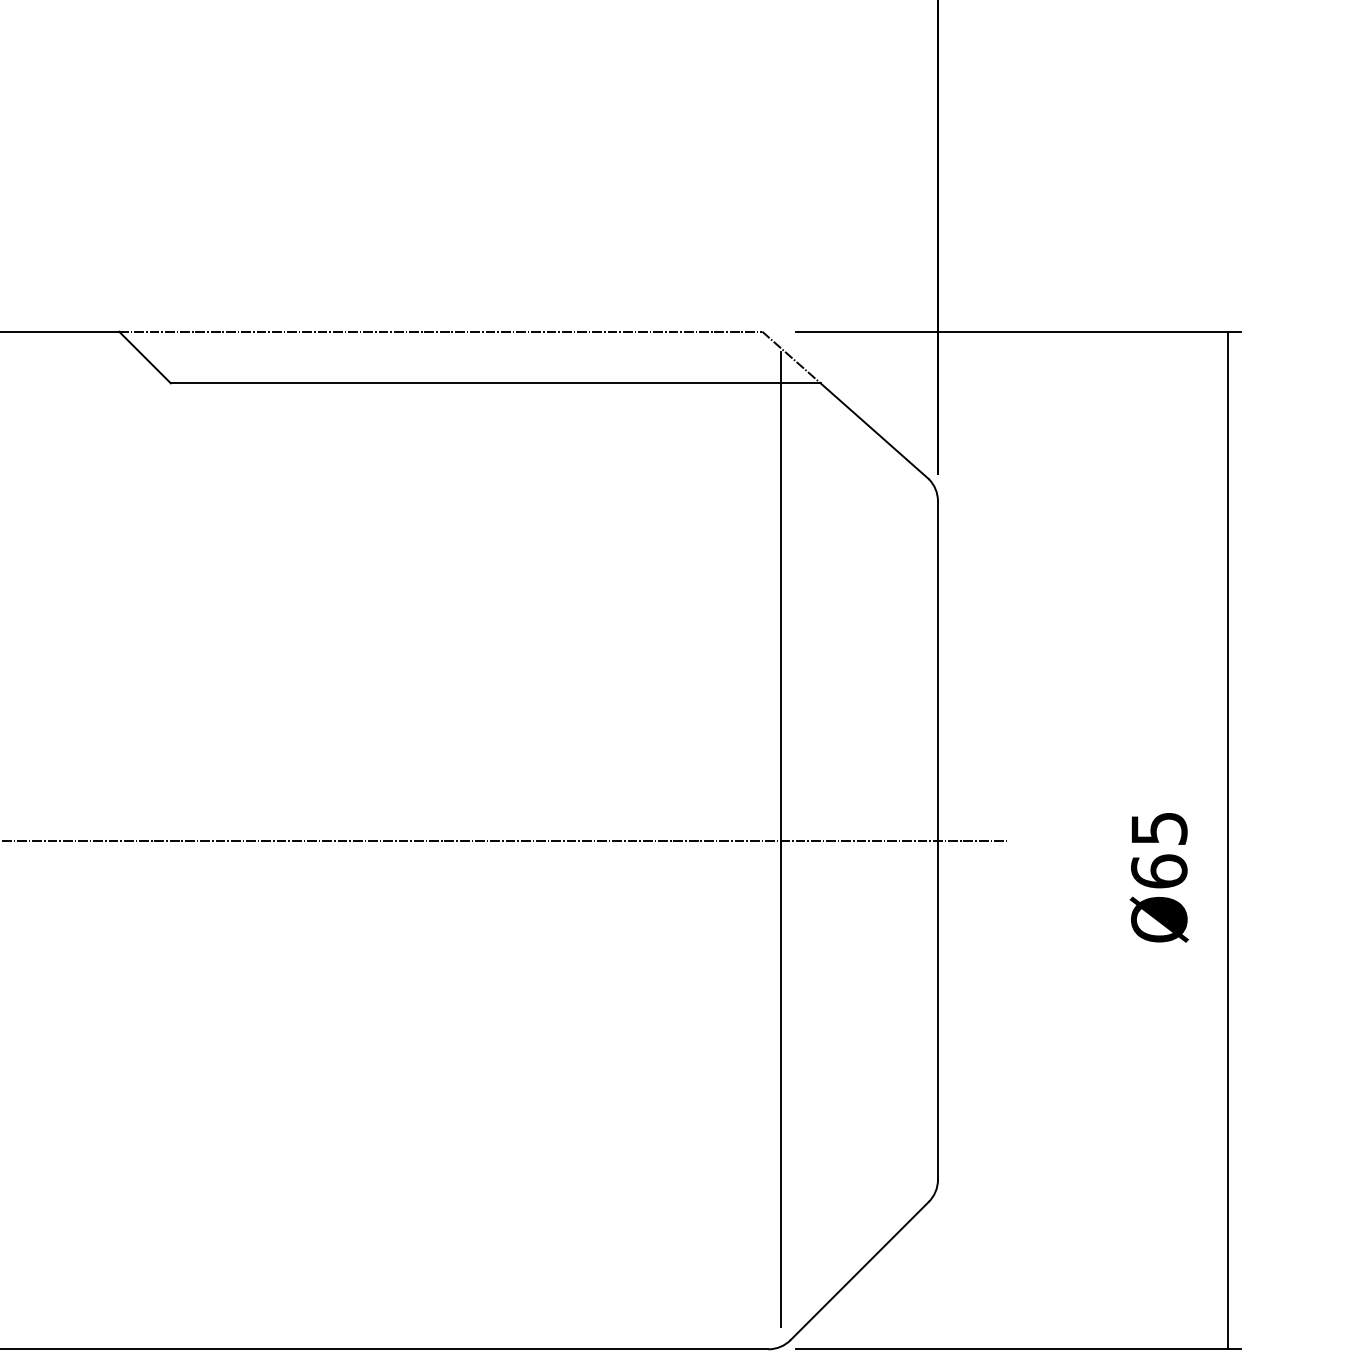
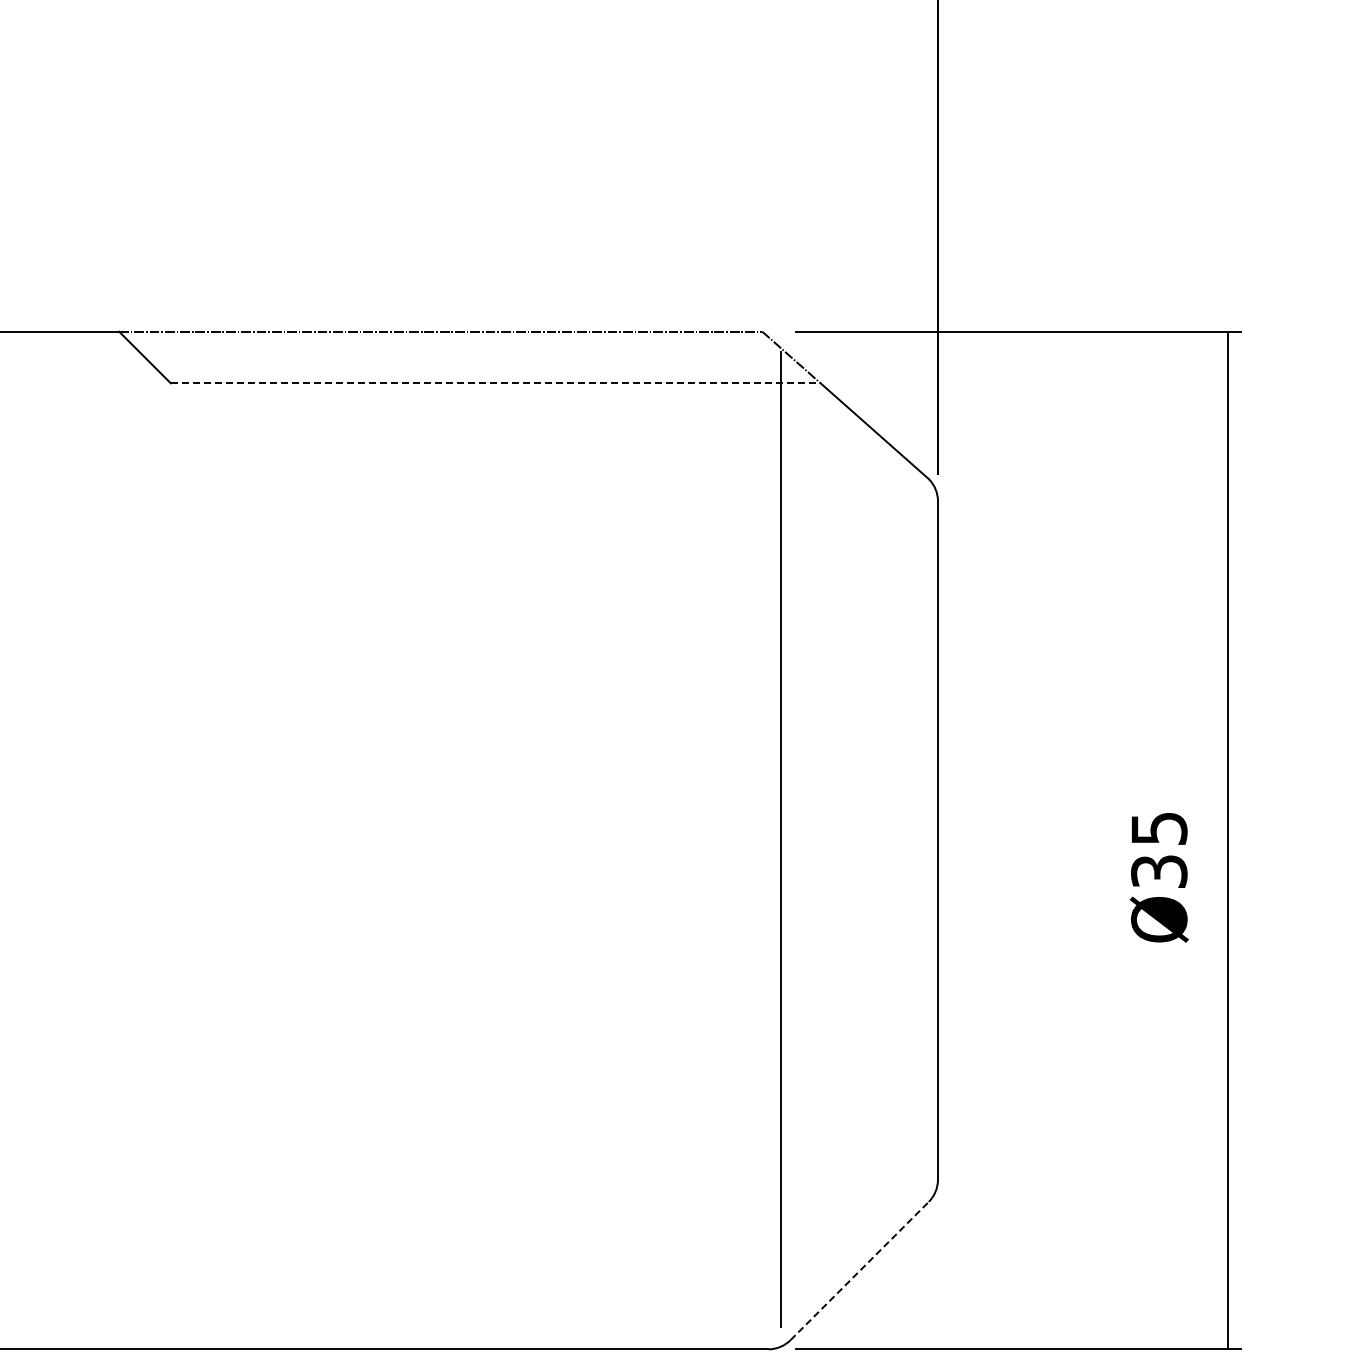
line at (495, 383): solid -> dashed
line at (505, 840): present -> none
text at (1159, 871): Ø65 -> Ø35
line at (859, 1271): solid -> dashed
